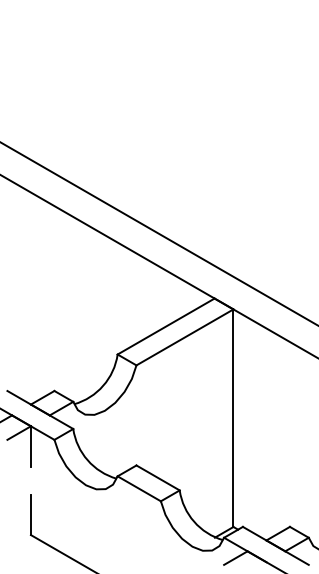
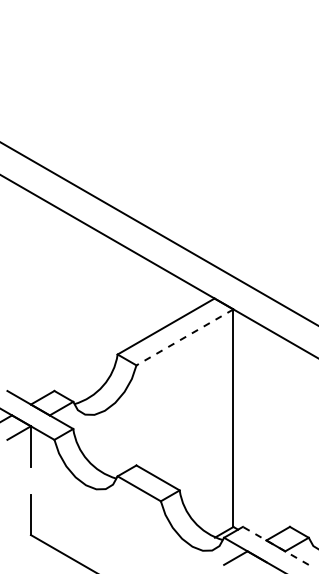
line at (184, 337): solid -> dashed
line at (275, 545): solid -> dashed
